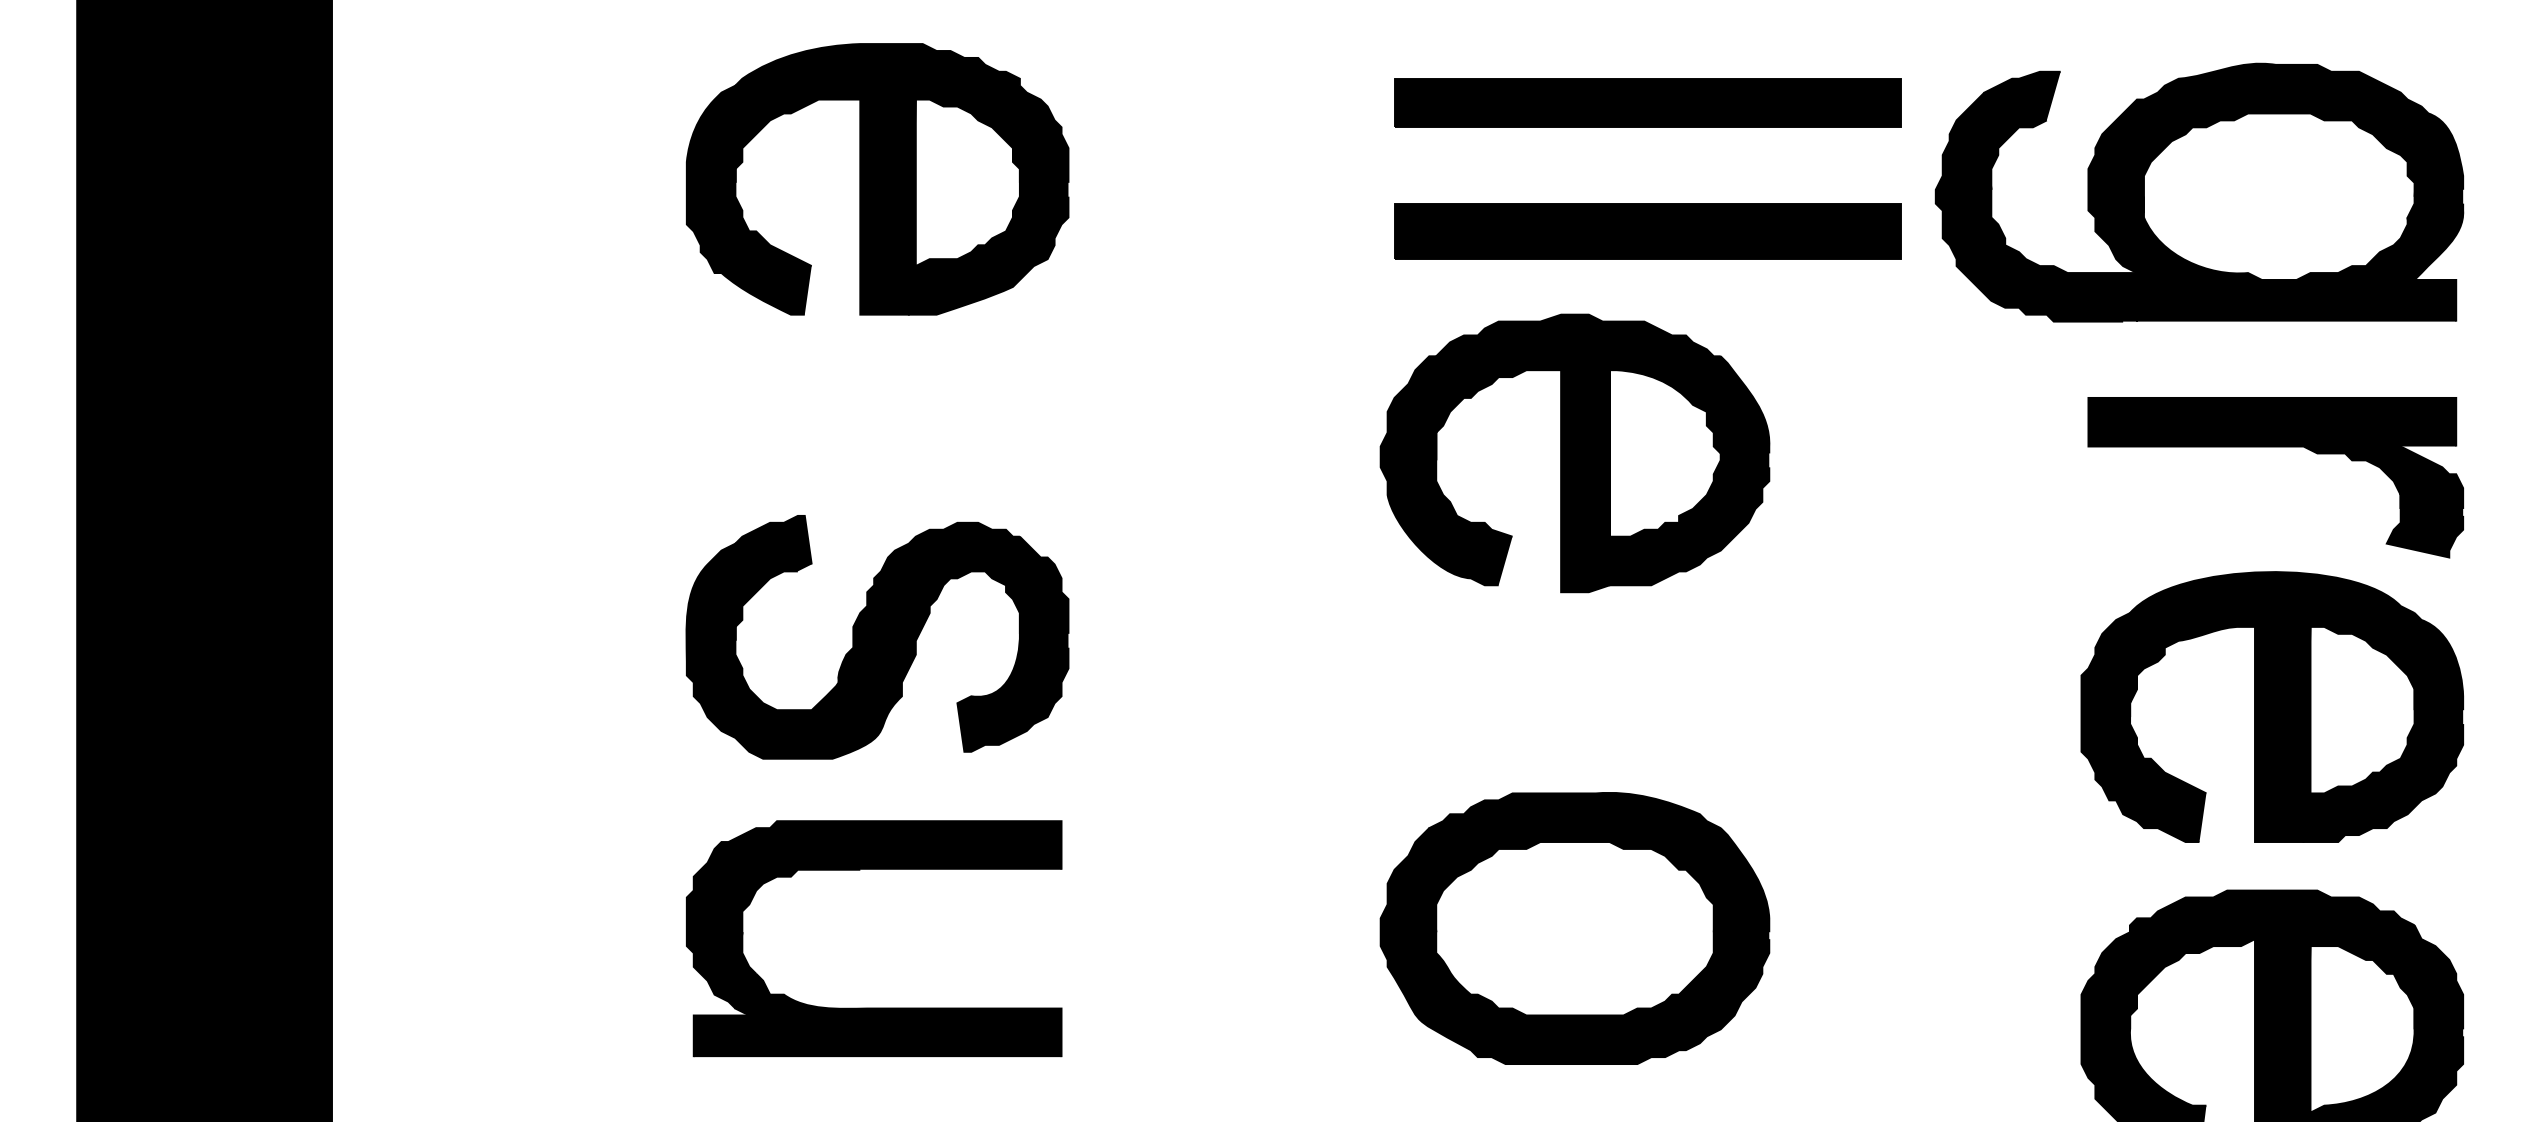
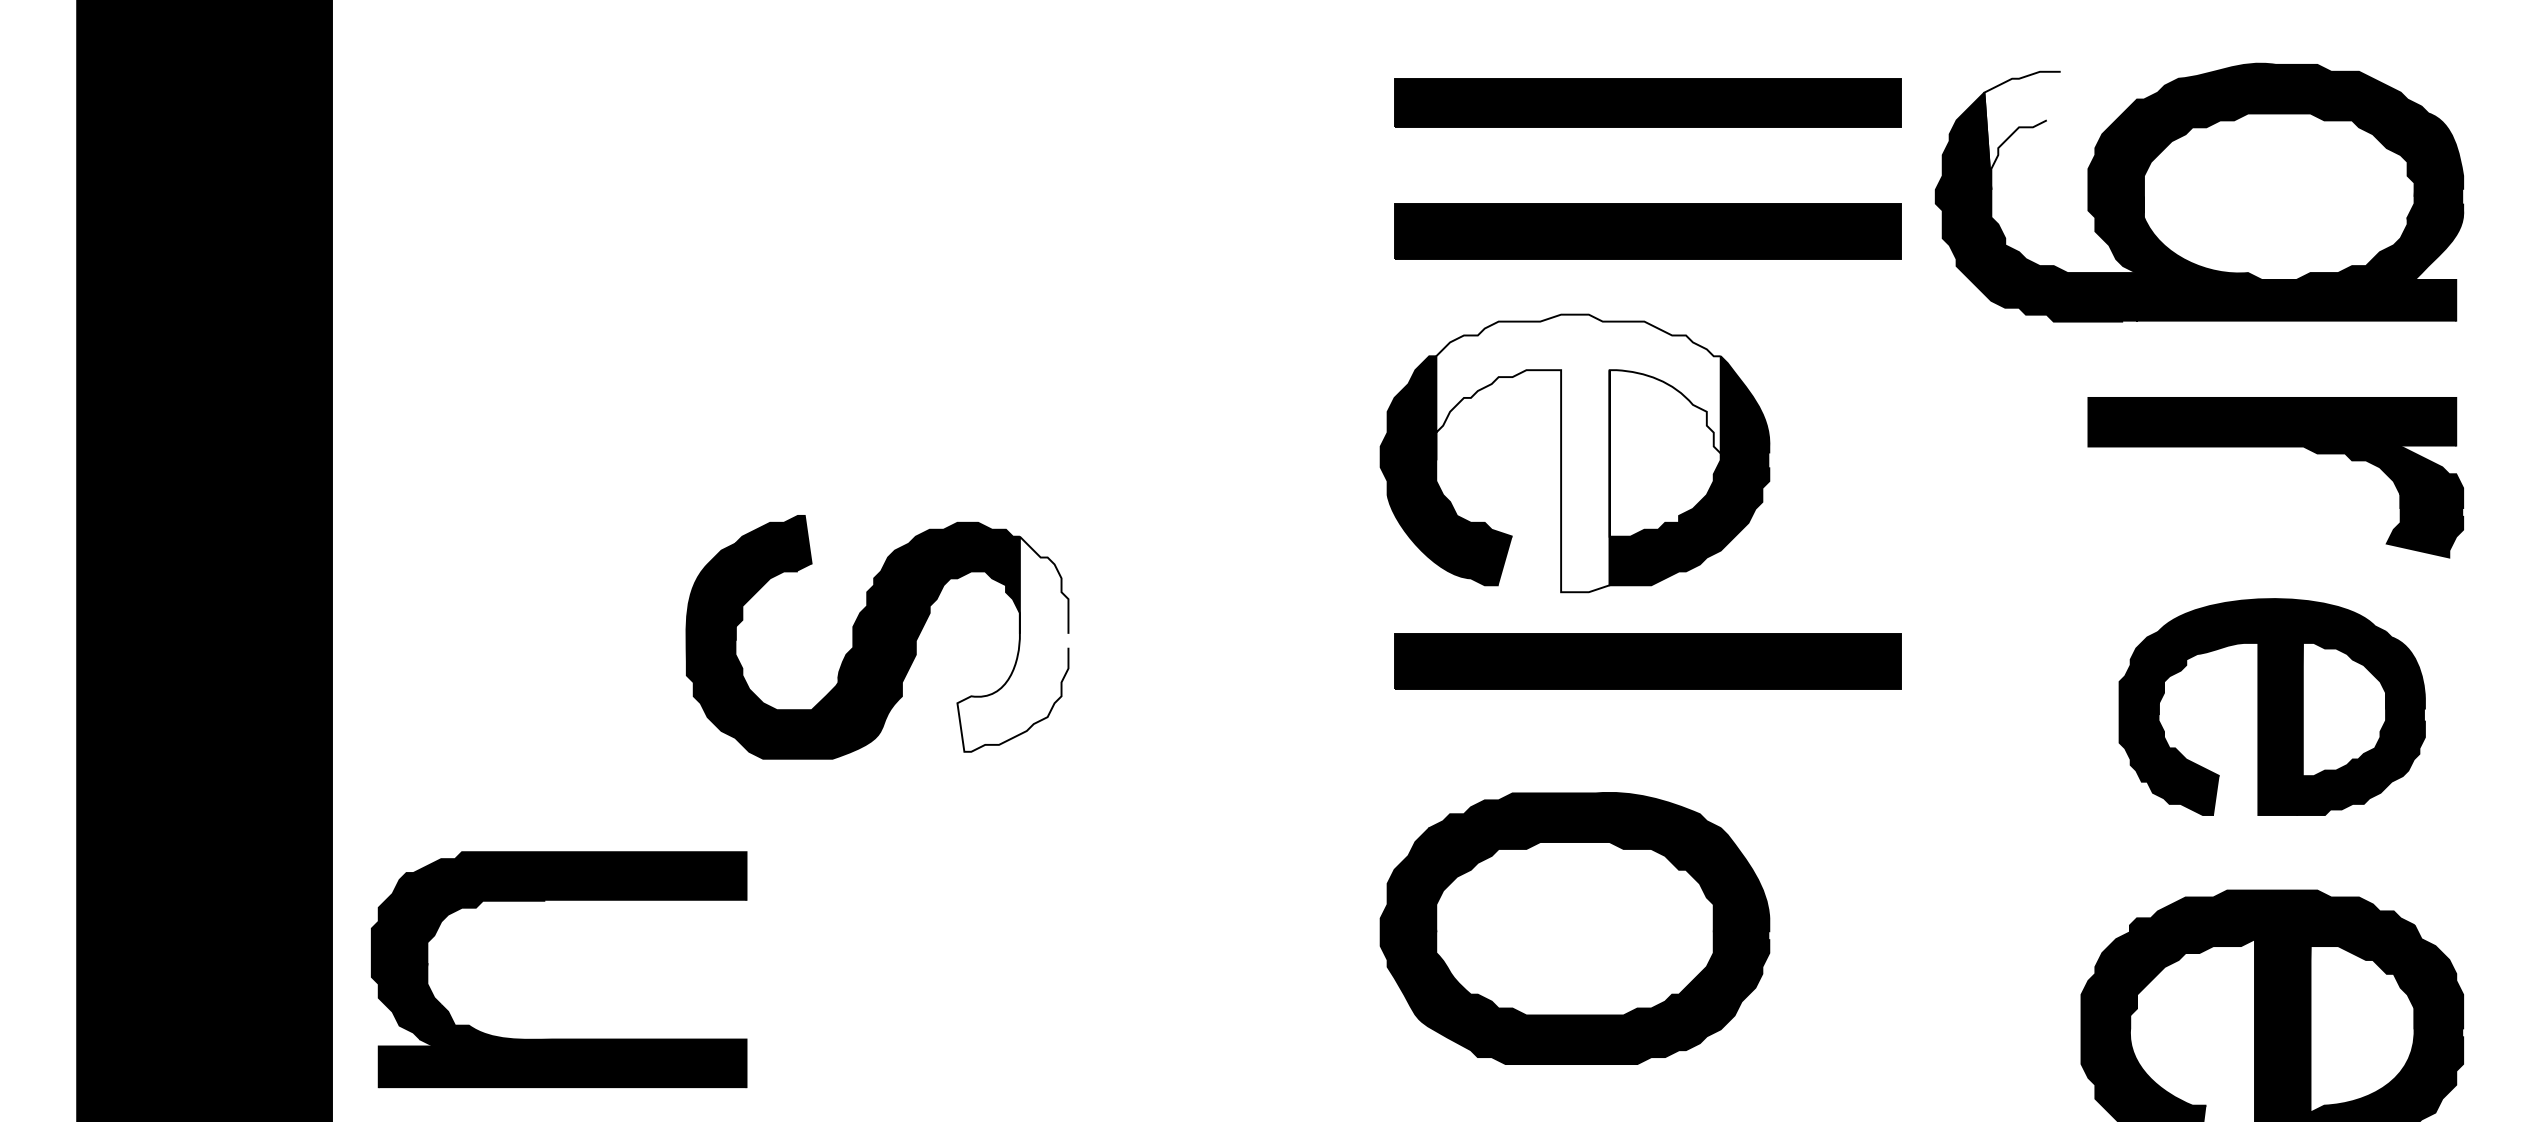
fill at (2022, 130): present -> none
part at (877, 179): present -> none
fill at (1578, 453): present -> none
fill at (1012, 643): present -> none
part at (1647, 661): none -> present
part at (2271, 706) size: 384x272 px -> 308x218 px
part at (874, 869) position: (874, 869) -> (559, 900)
